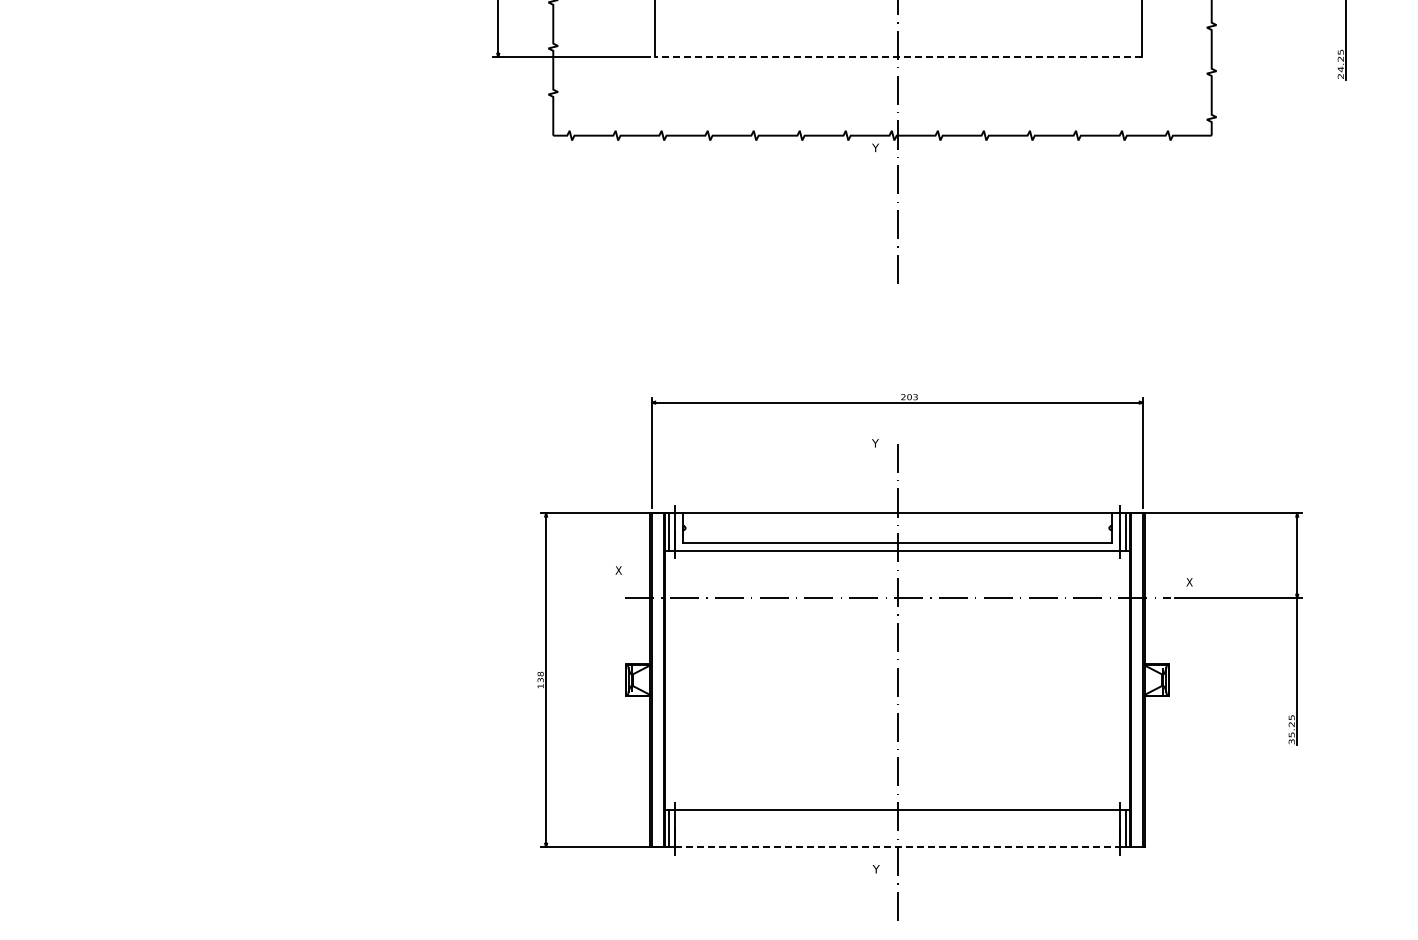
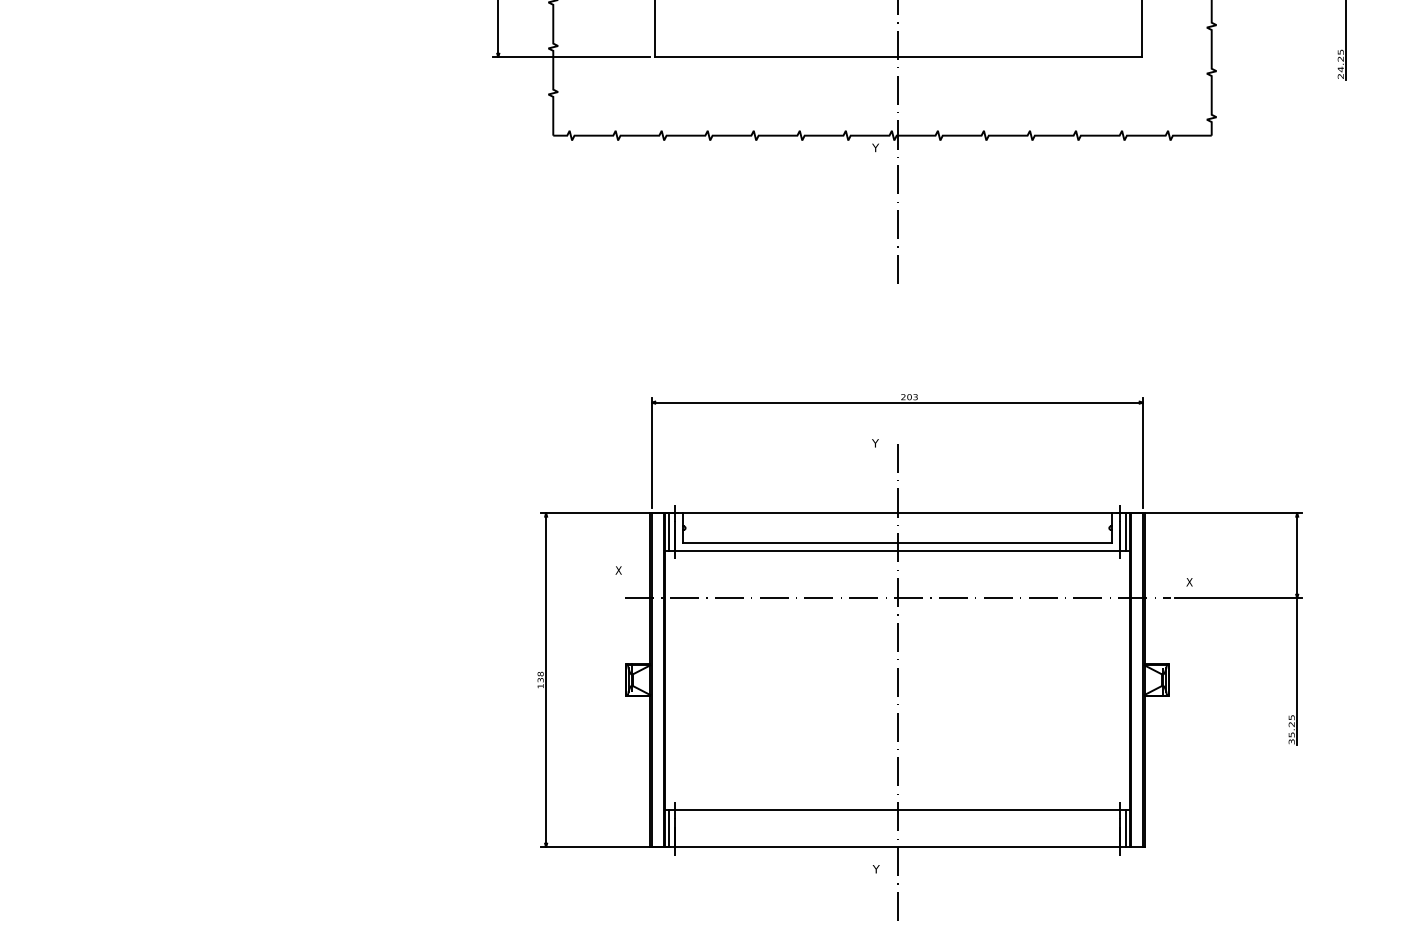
line at (897, 57): dashed -> solid
line at (897, 847): dashed -> solid
